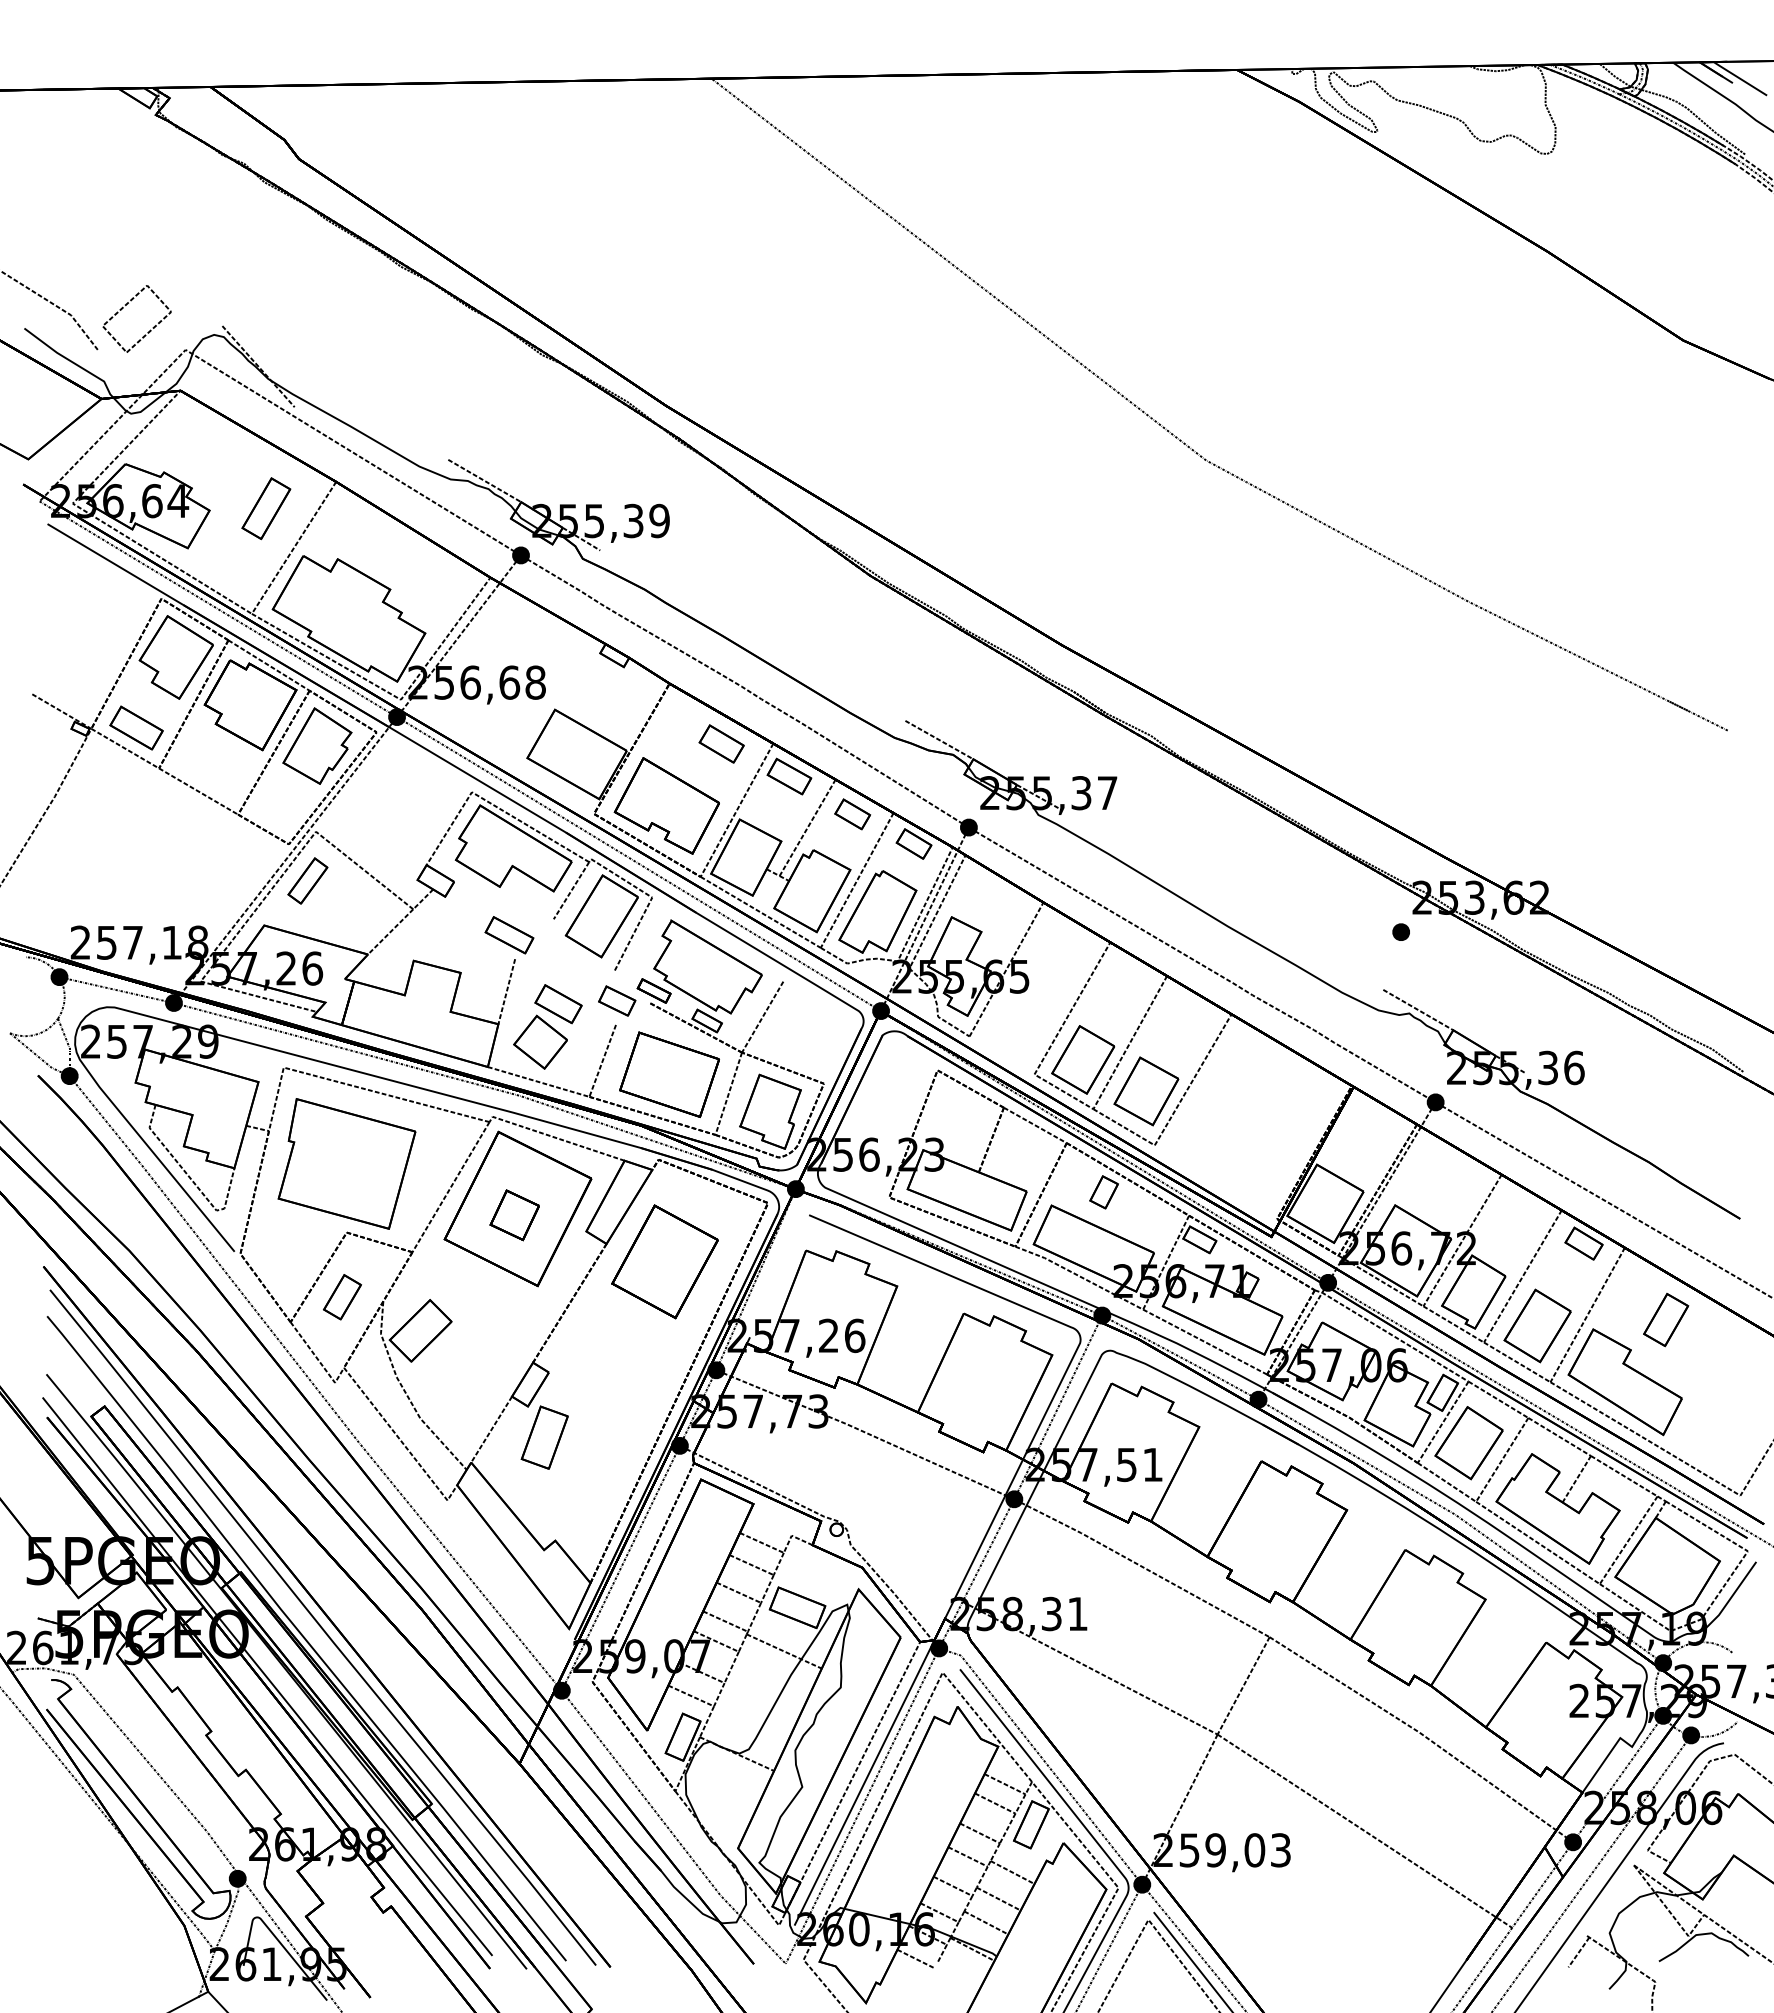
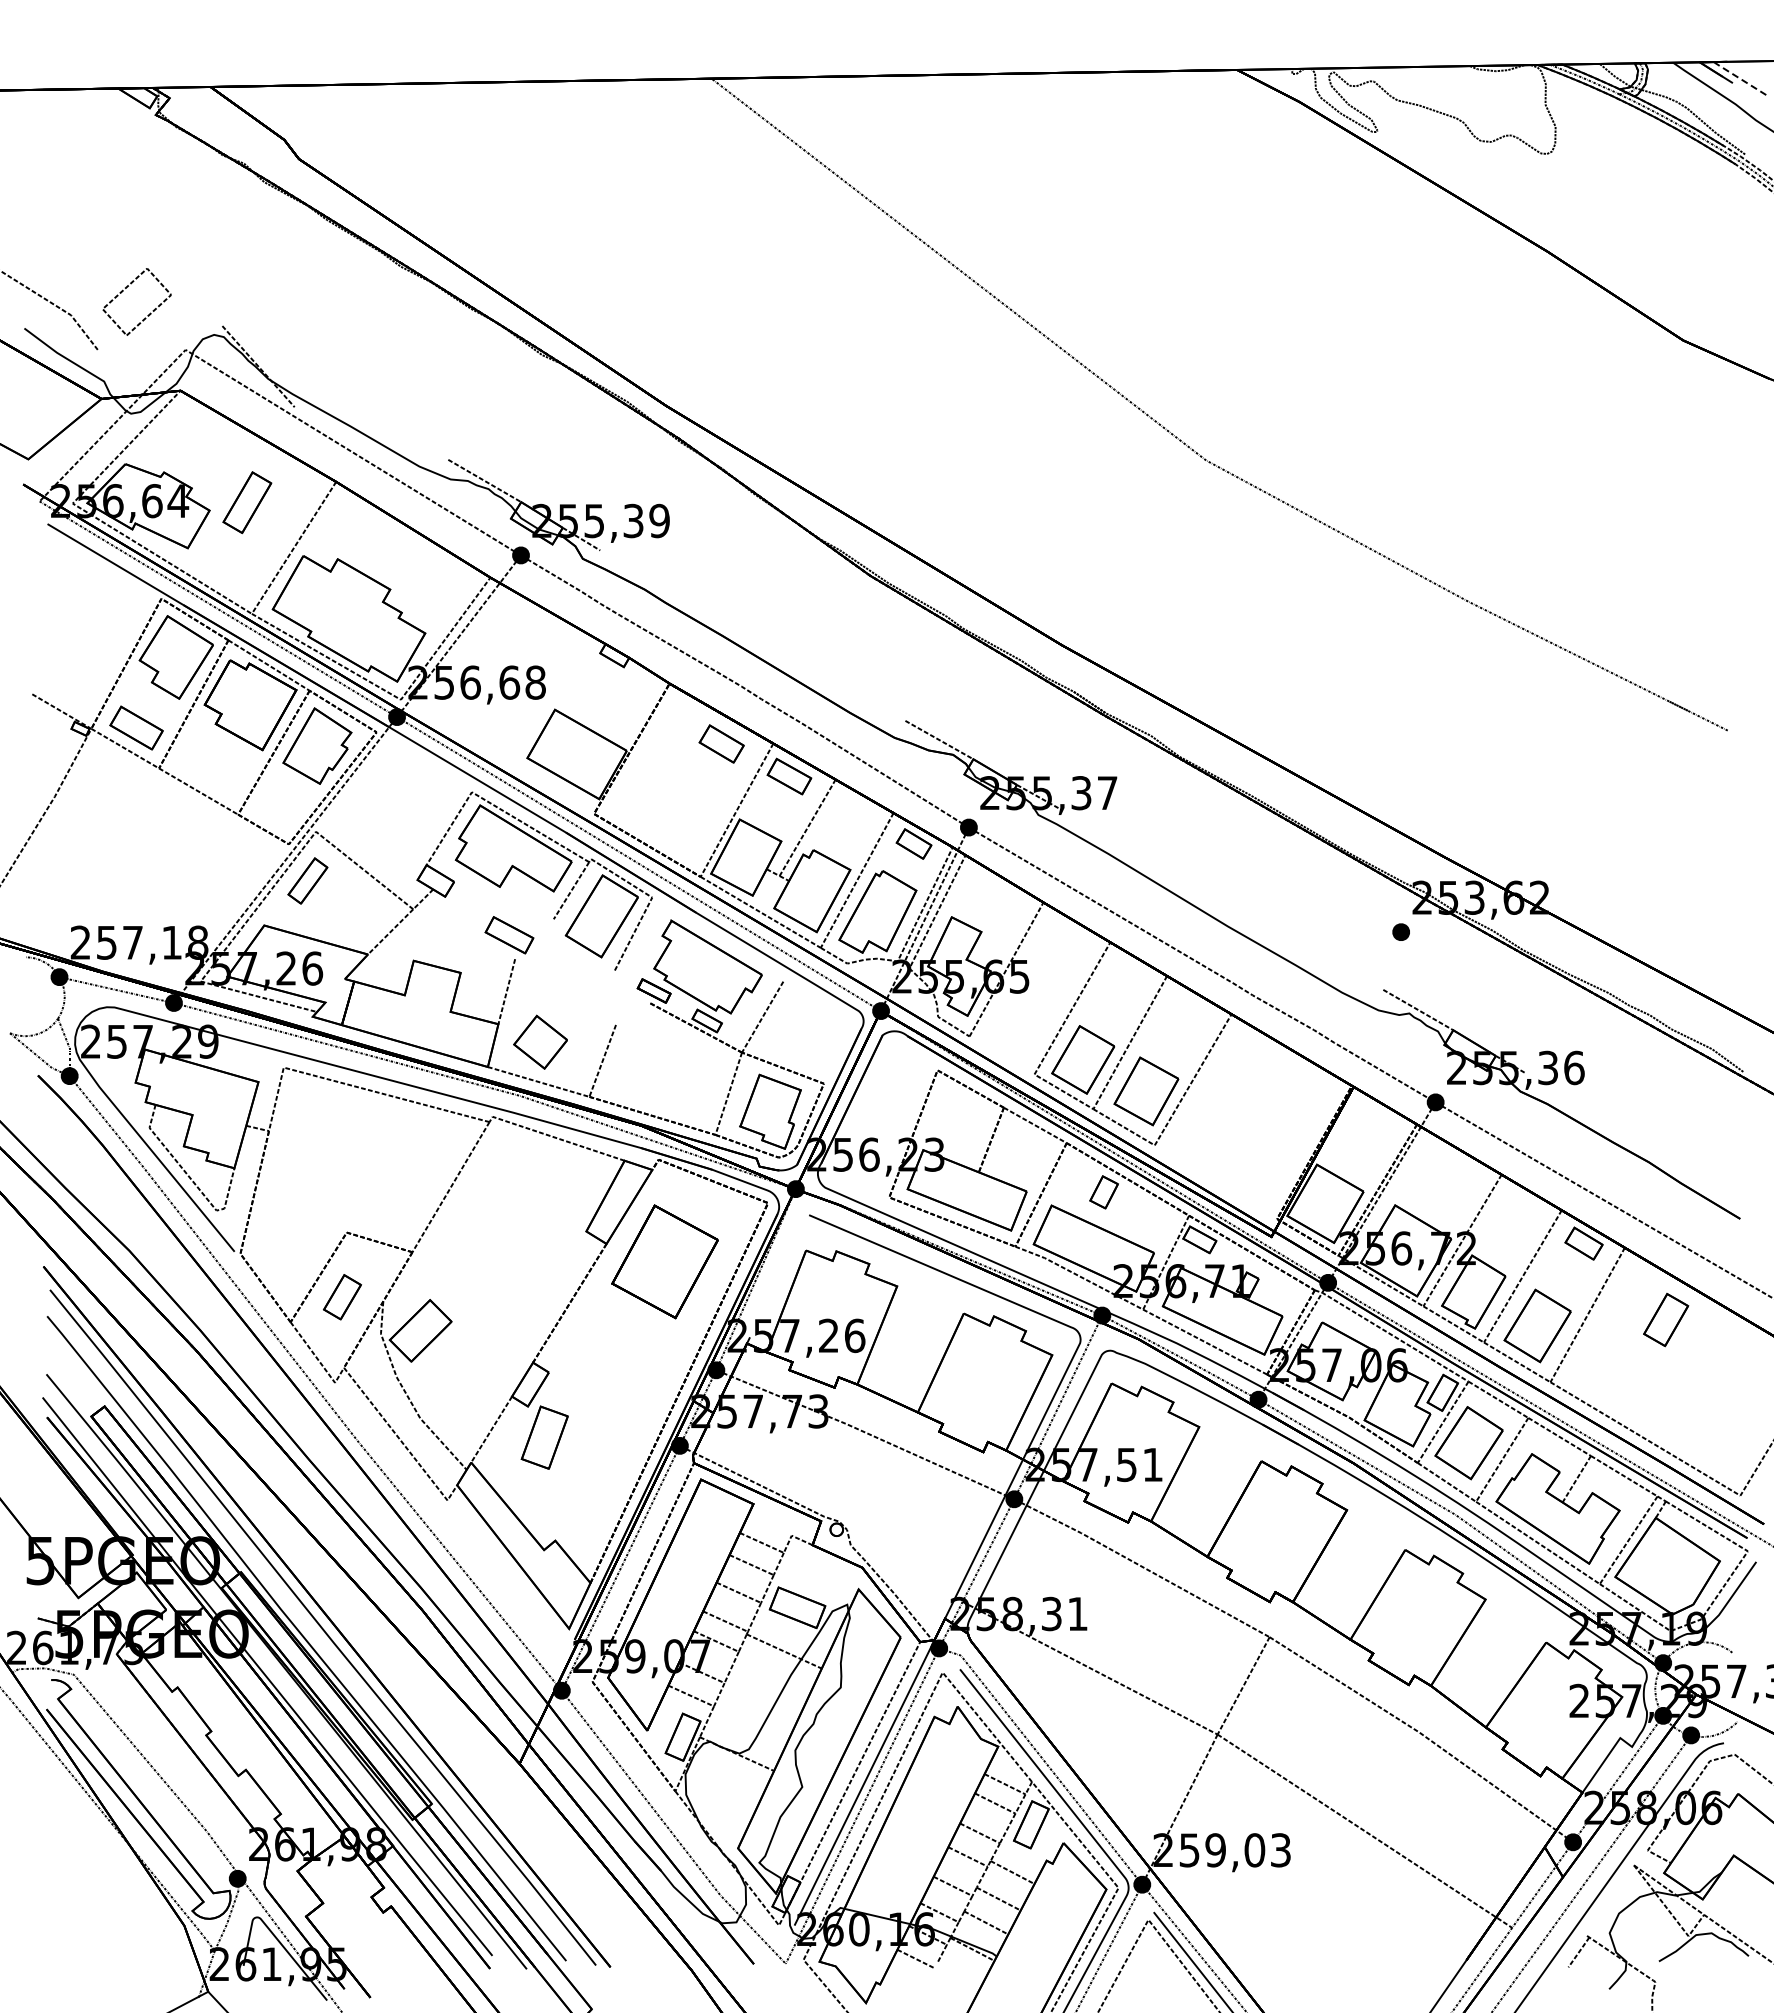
line at (1740, 78): solid -> dashed
part at (126, 305) position: (126, 305) -> (126, 288)
part at (266, 508) position: (266, 508) -> (247, 502)
part at (666, 805): present -> none
part at (852, 814): present -> none
part at (617, 1000): present -> none
part at (558, 1004): present -> none
part at (669, 1074): present -> none
part at (346, 1163): present -> none
part at (517, 1208): present -> none
part at (1624, 1382): present -> none
